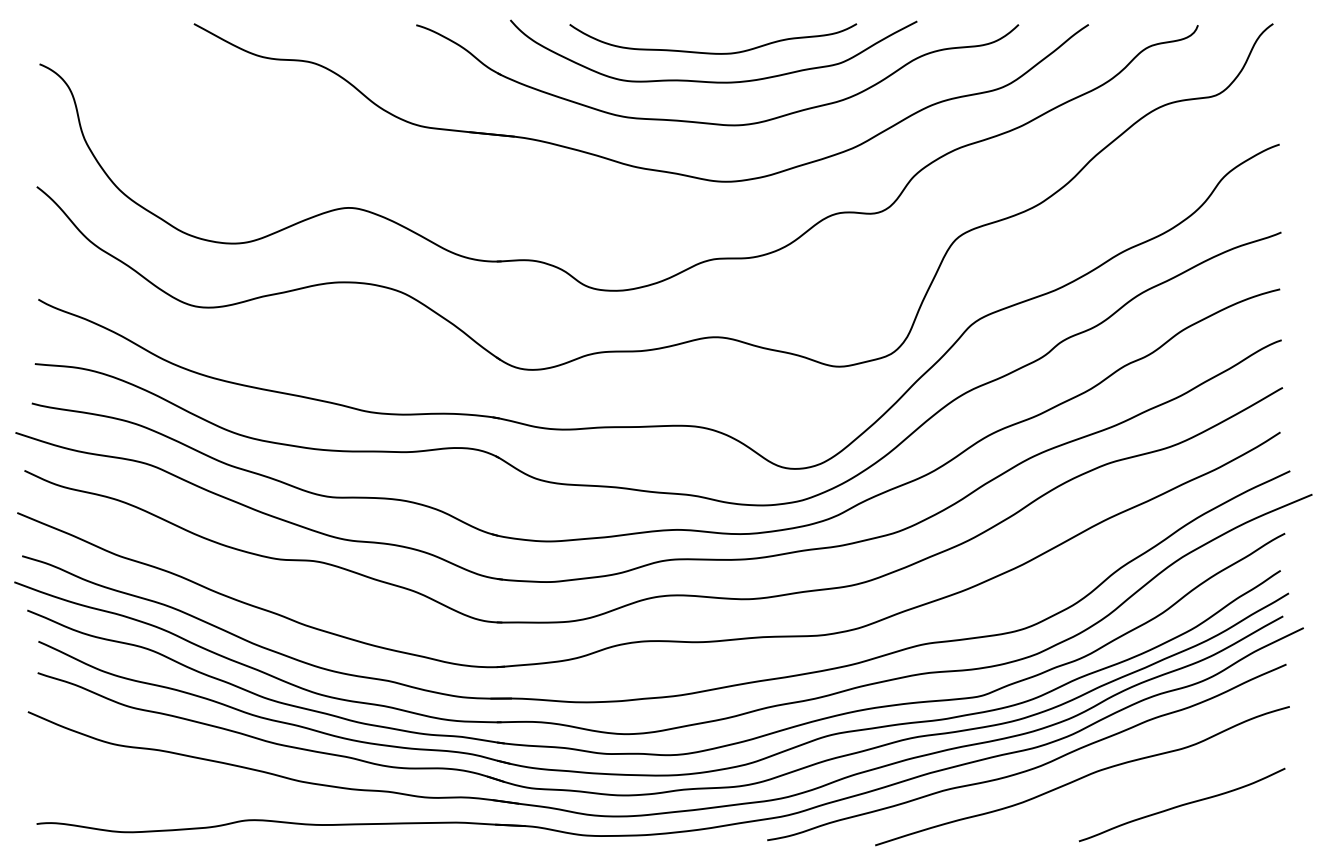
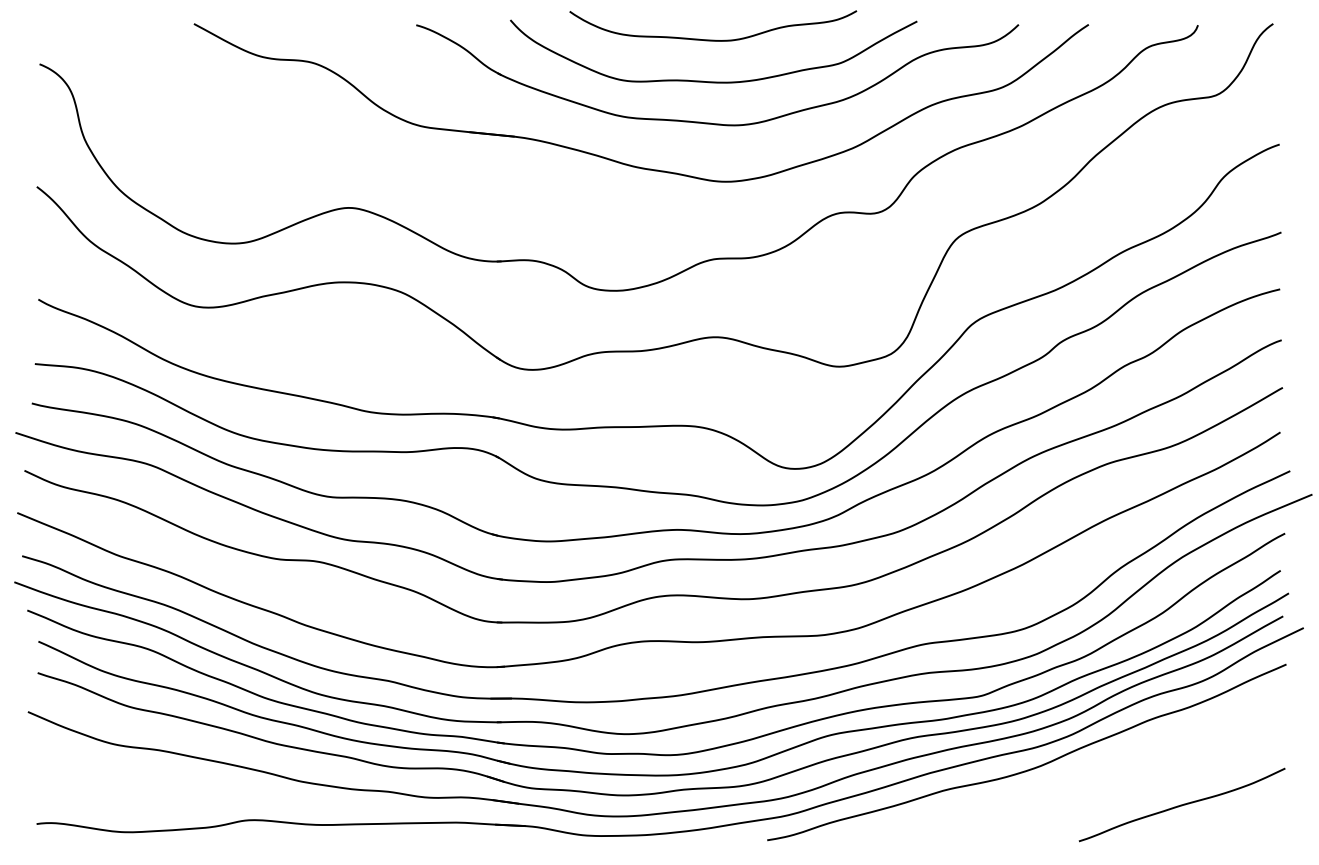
curve at (713, 52) position: (713, 52) -> (713, 39)
curve at (1082, 776): present -> none
